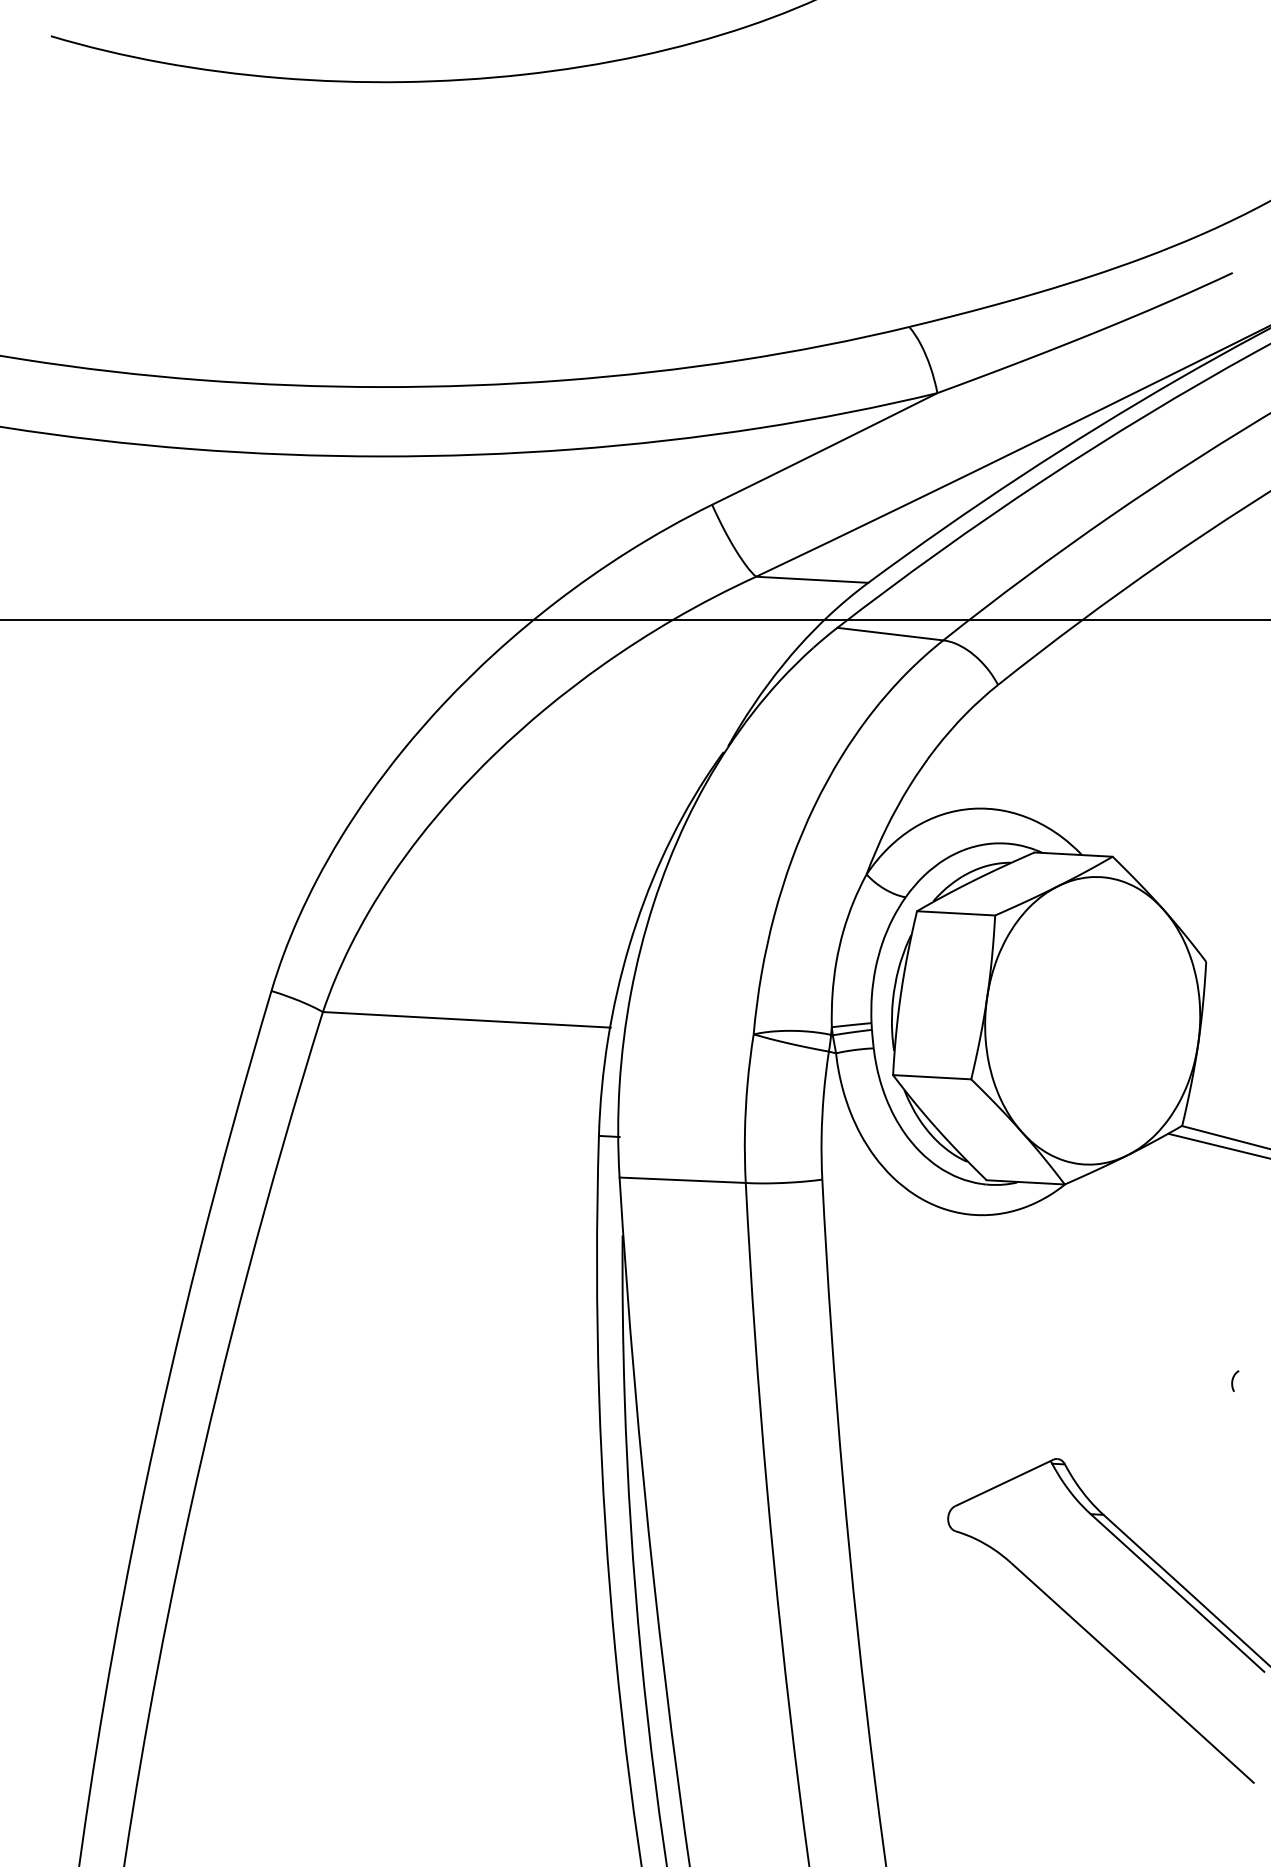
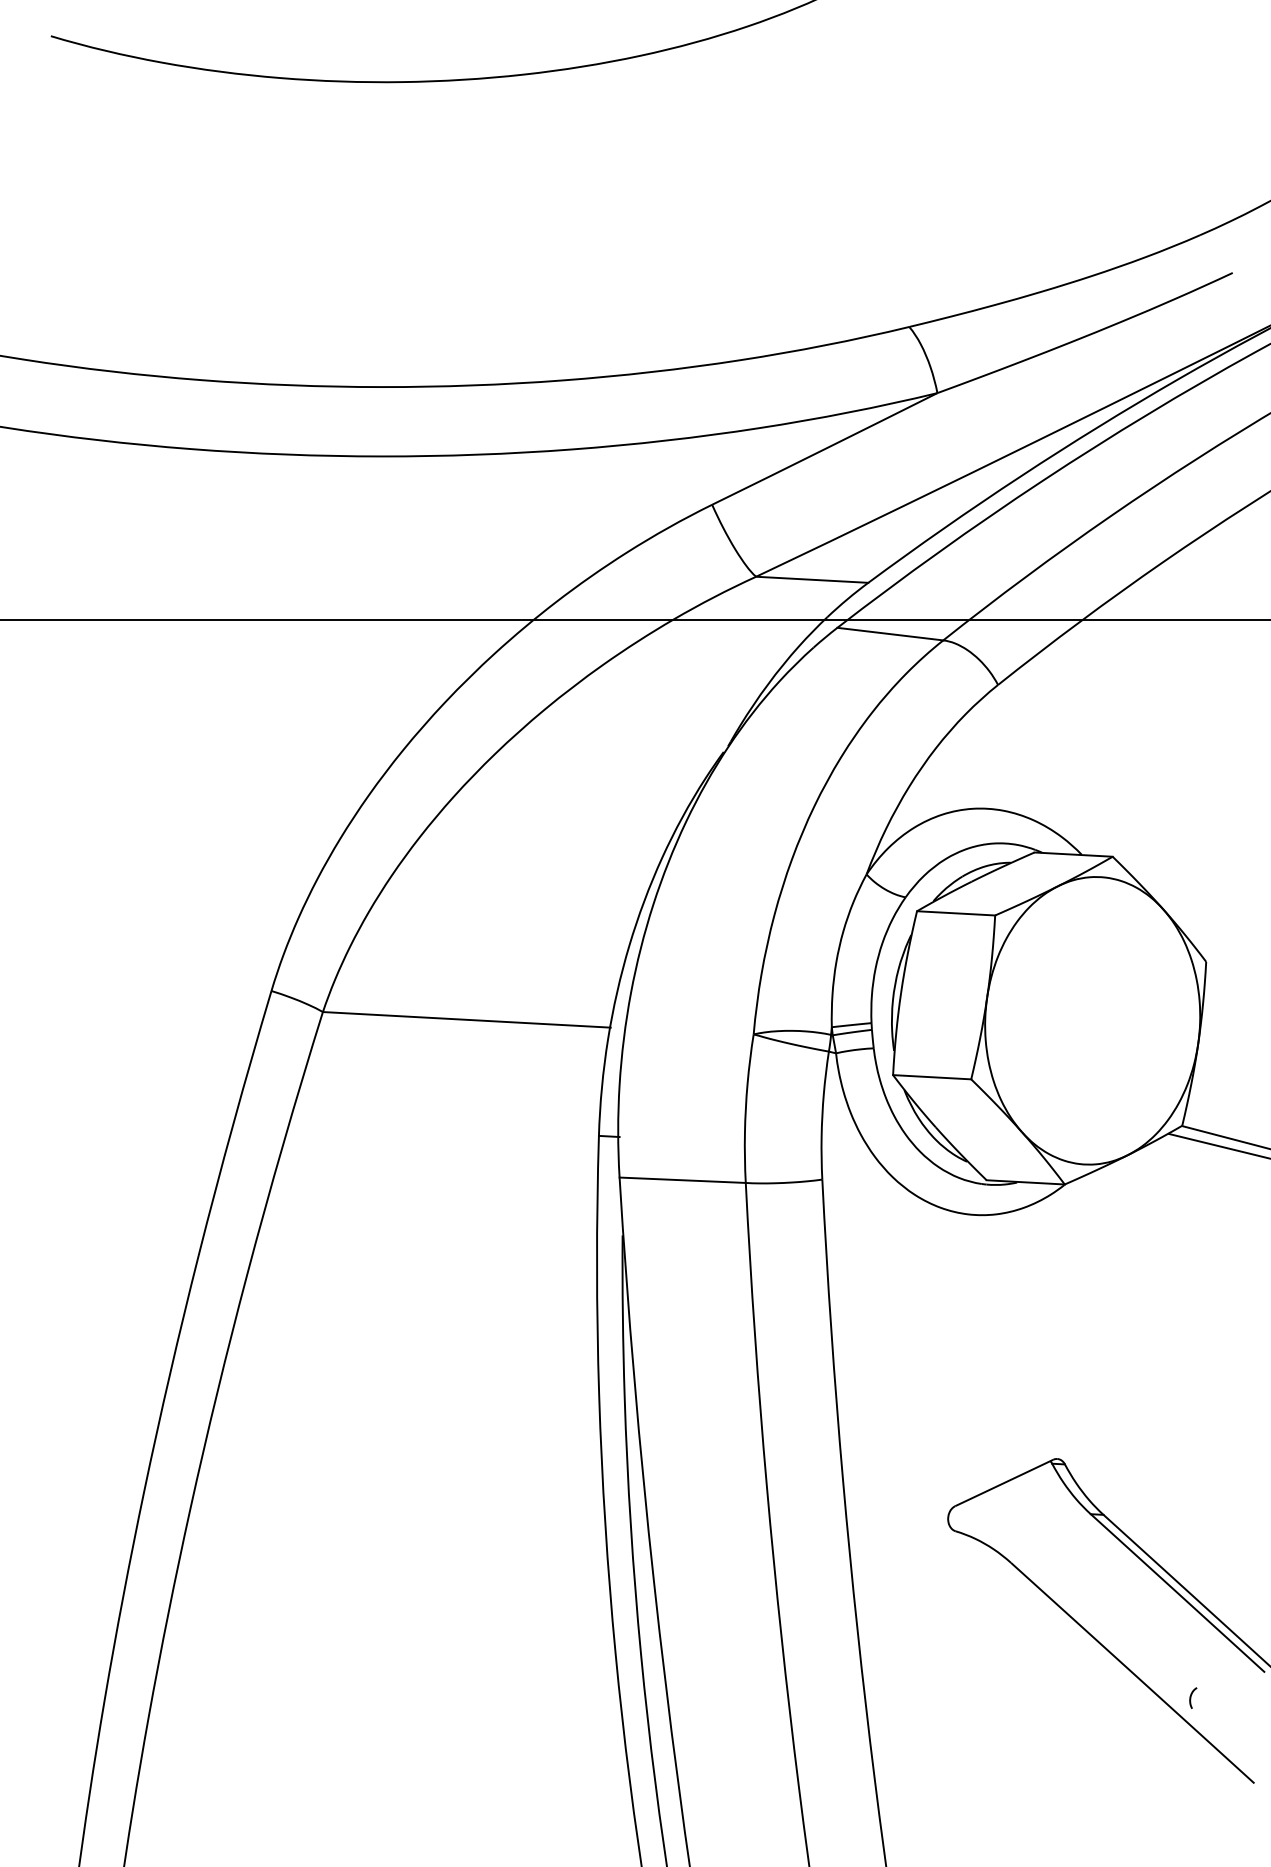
curve at (1233, 1380) position: (1233, 1380) -> (1191, 1697)
